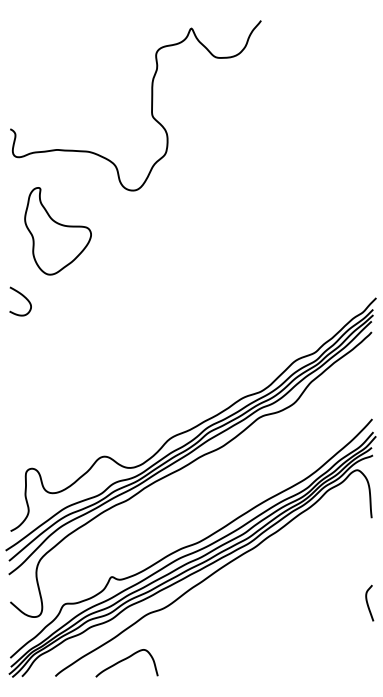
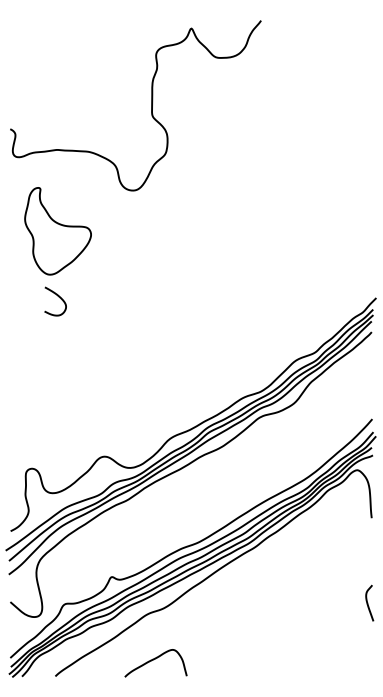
curve at (23, 297) position: (23, 297) -> (58, 297)
curve at (124, 660) position: (124, 660) -> (153, 660)
